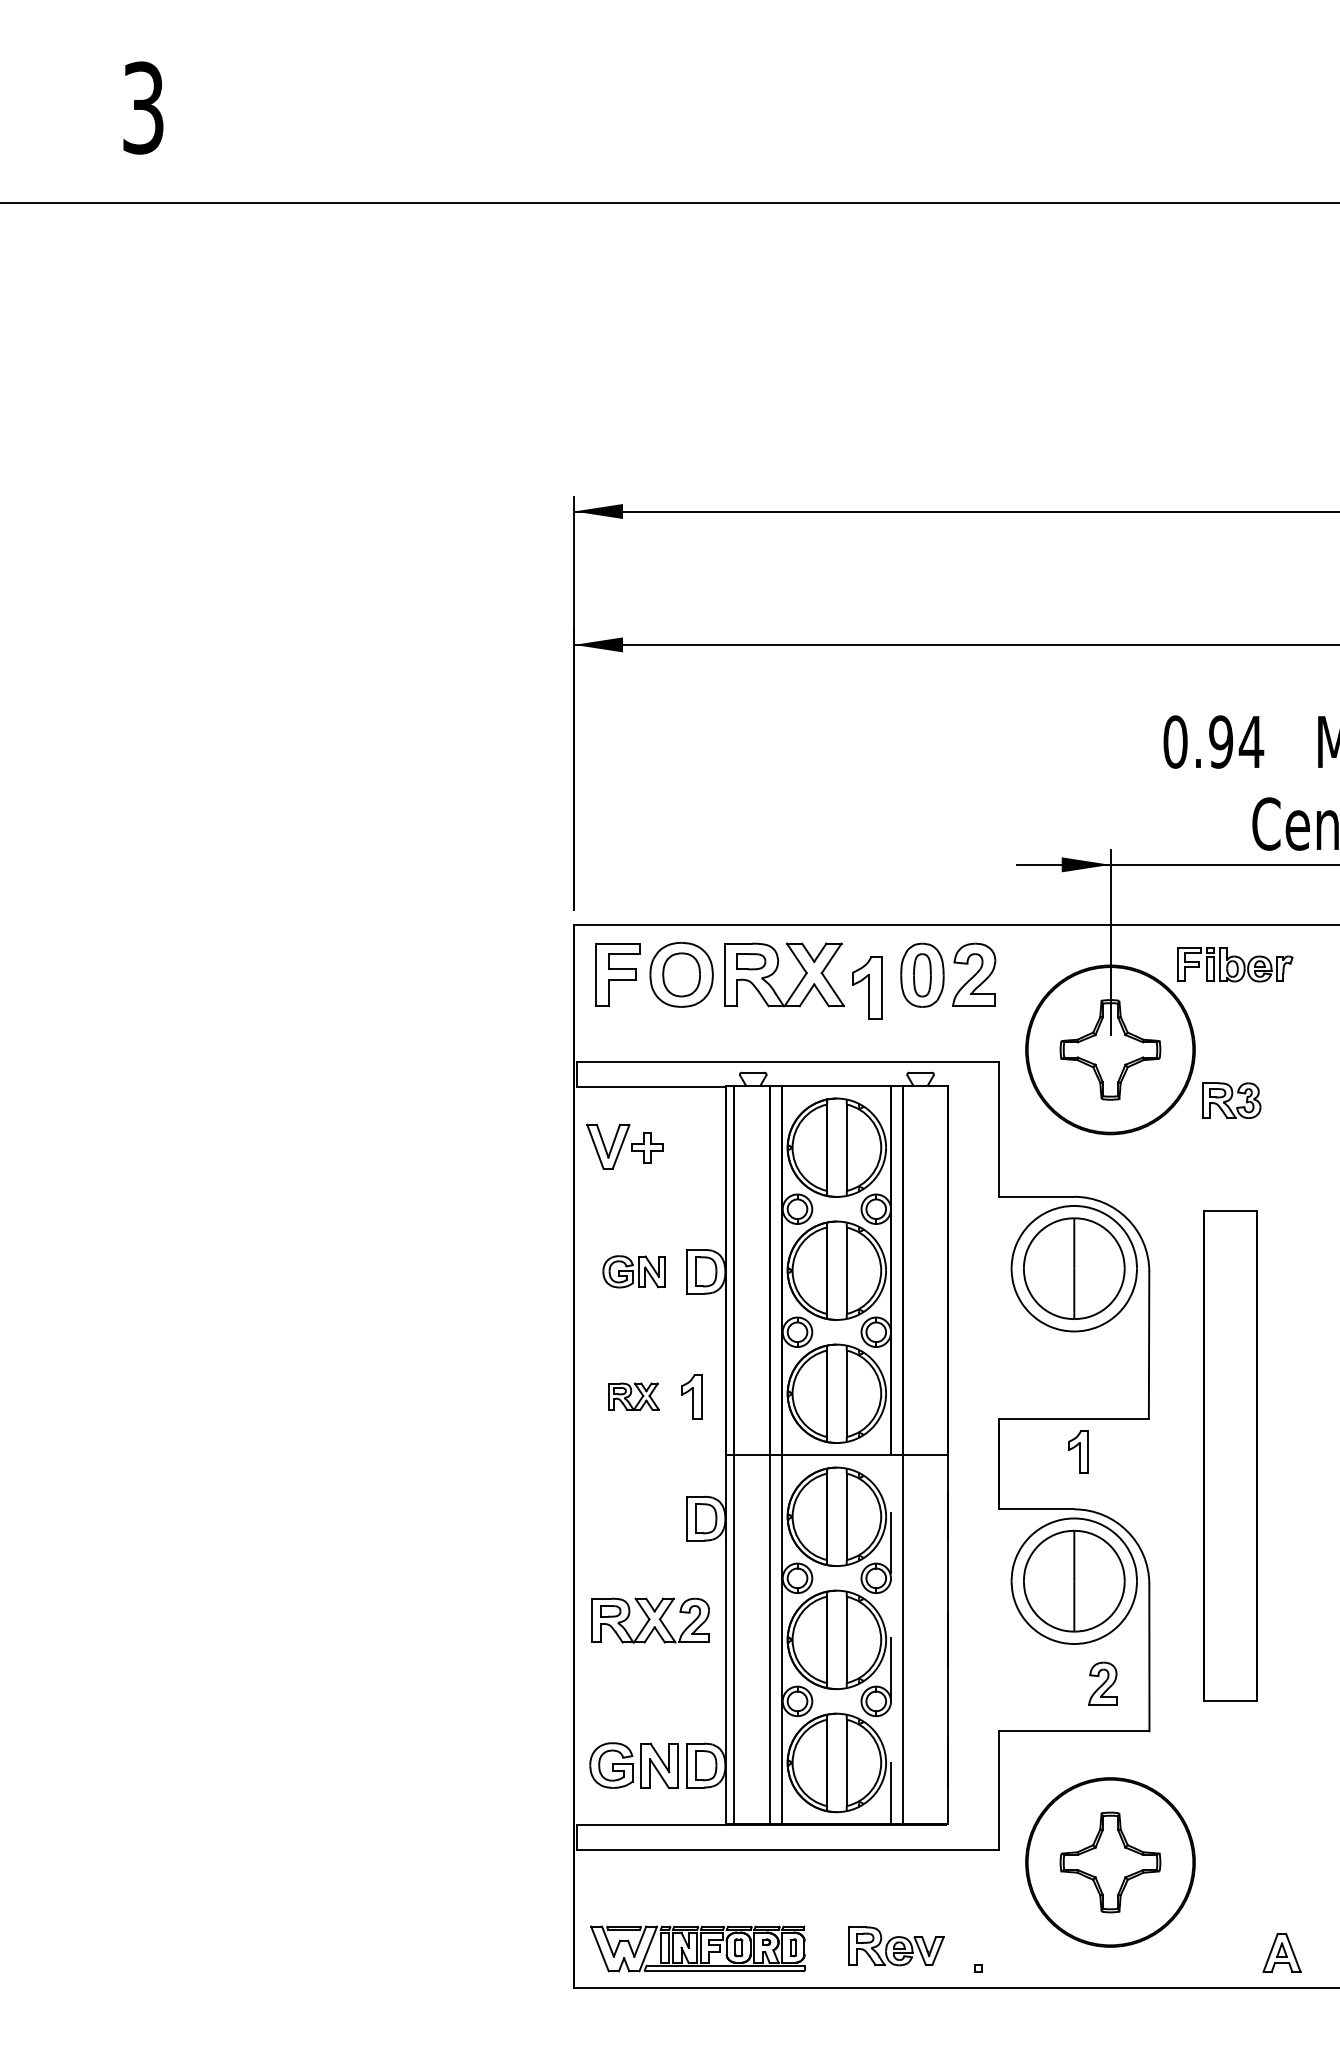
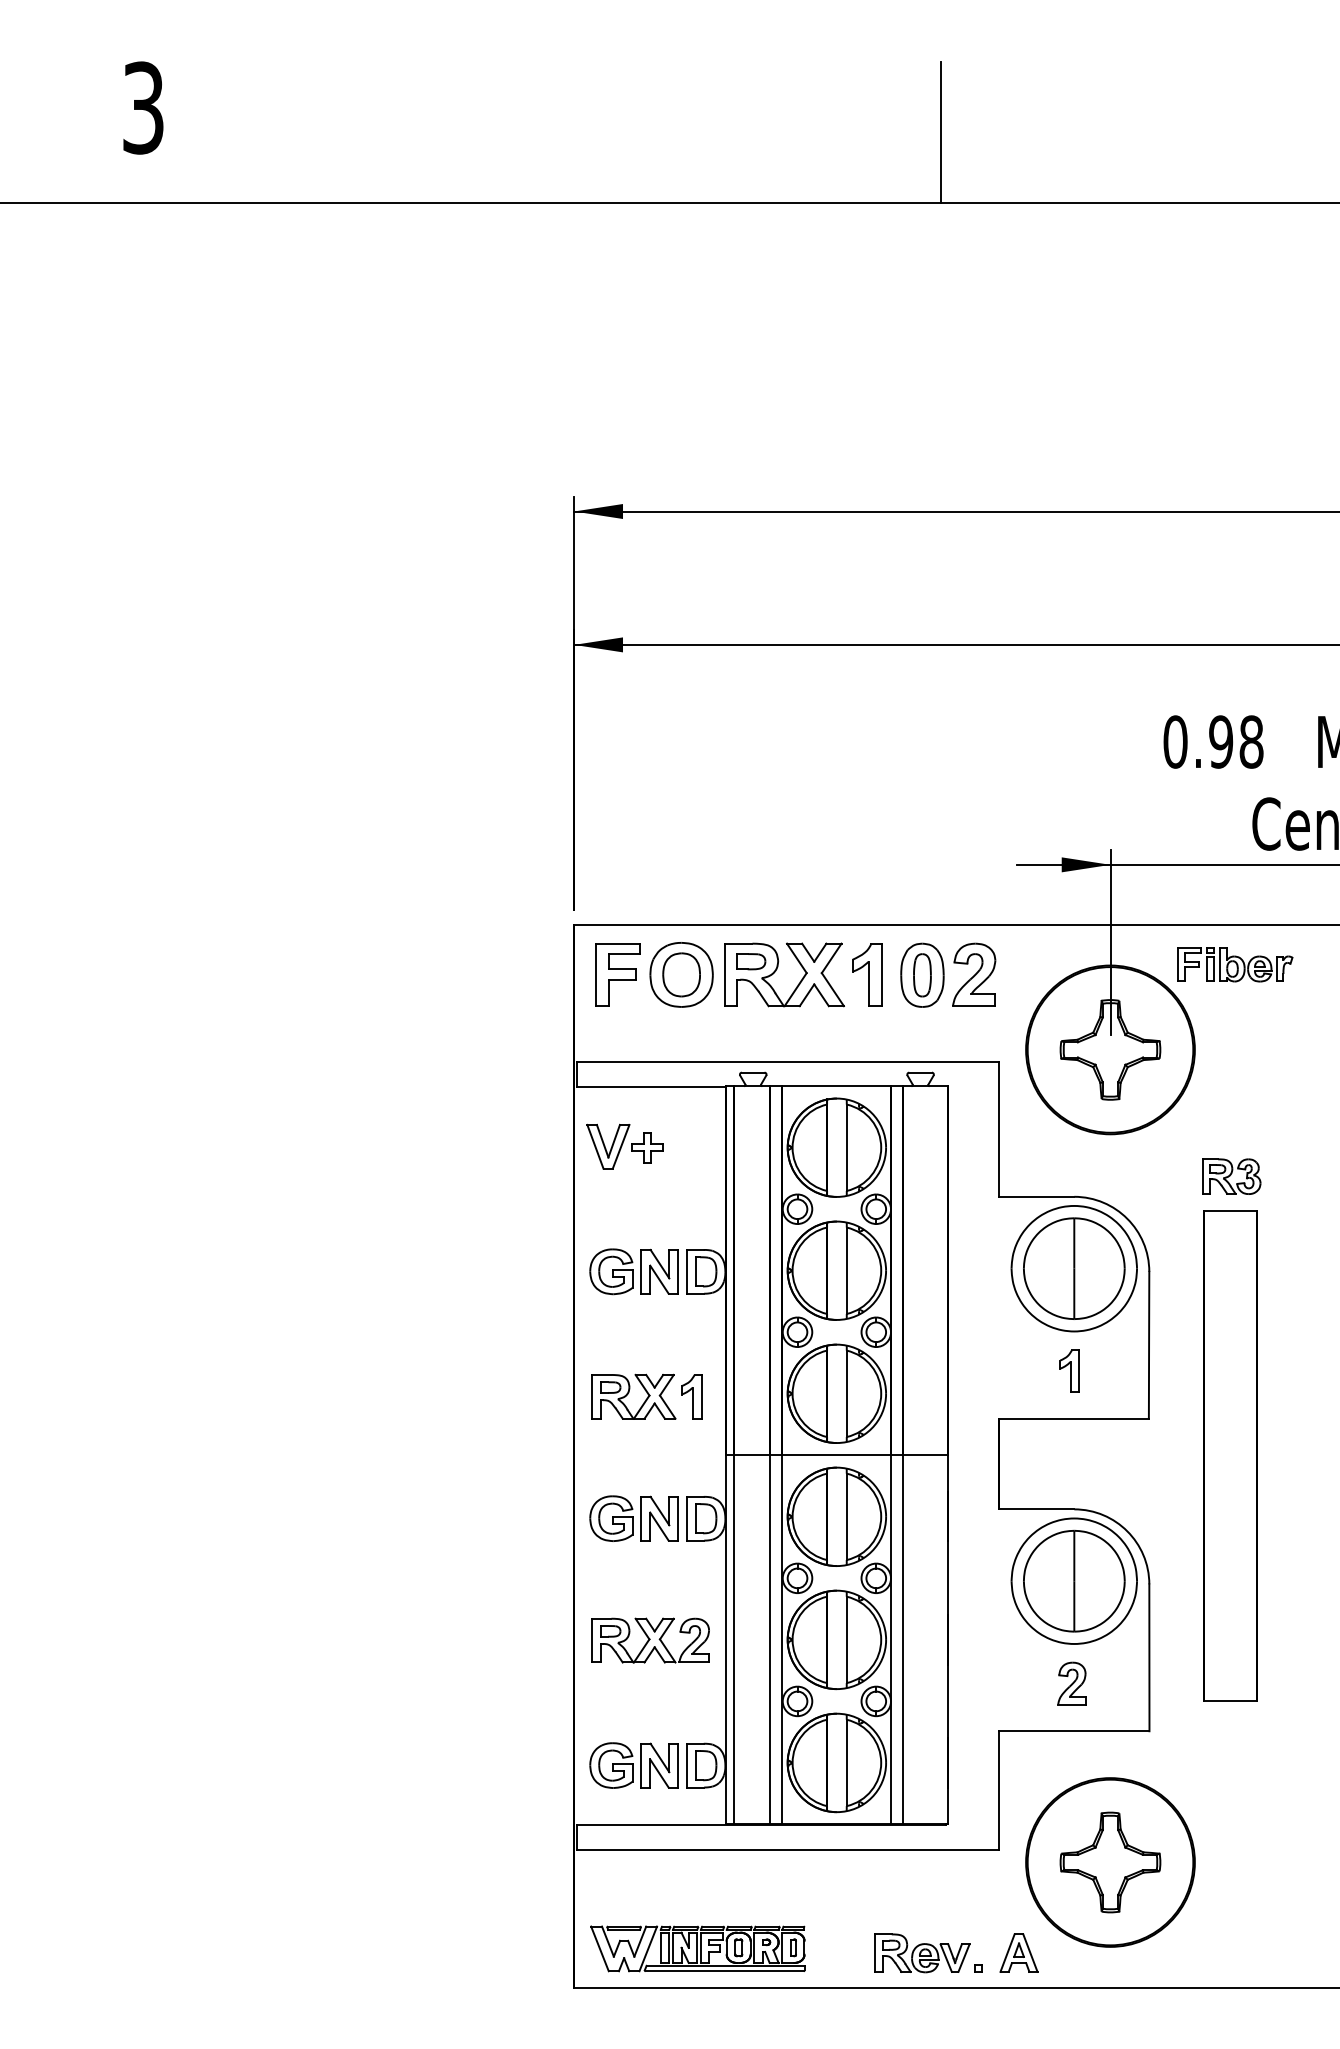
line at (941, 132): none -> present
text at (1251, 741): 0.94 -> 0.98
part at (867, 987) position: (867, 987) -> (867, 974)
part at (1231, 1100) position: (1231, 1100) -> (1231, 1176)
part at (633, 1271) size: 64x34 px -> 90x48 px
part at (633, 1396) size: 52x29 px -> 86x47 px
part at (1078, 1451) position: (1078, 1451) -> (1069, 1370)
part at (633, 1518): none -> present
part at (650, 1620) position: (650, 1620) -> (650, 1640)
line at (891, 1639): dashed -> solid
part at (1102, 1683) position: (1102, 1683) -> (1071, 1683)
part at (896, 1946) position: (896, 1946) -> (922, 1953)
part at (1281, 1952) position: (1281, 1952) -> (1018, 1952)
